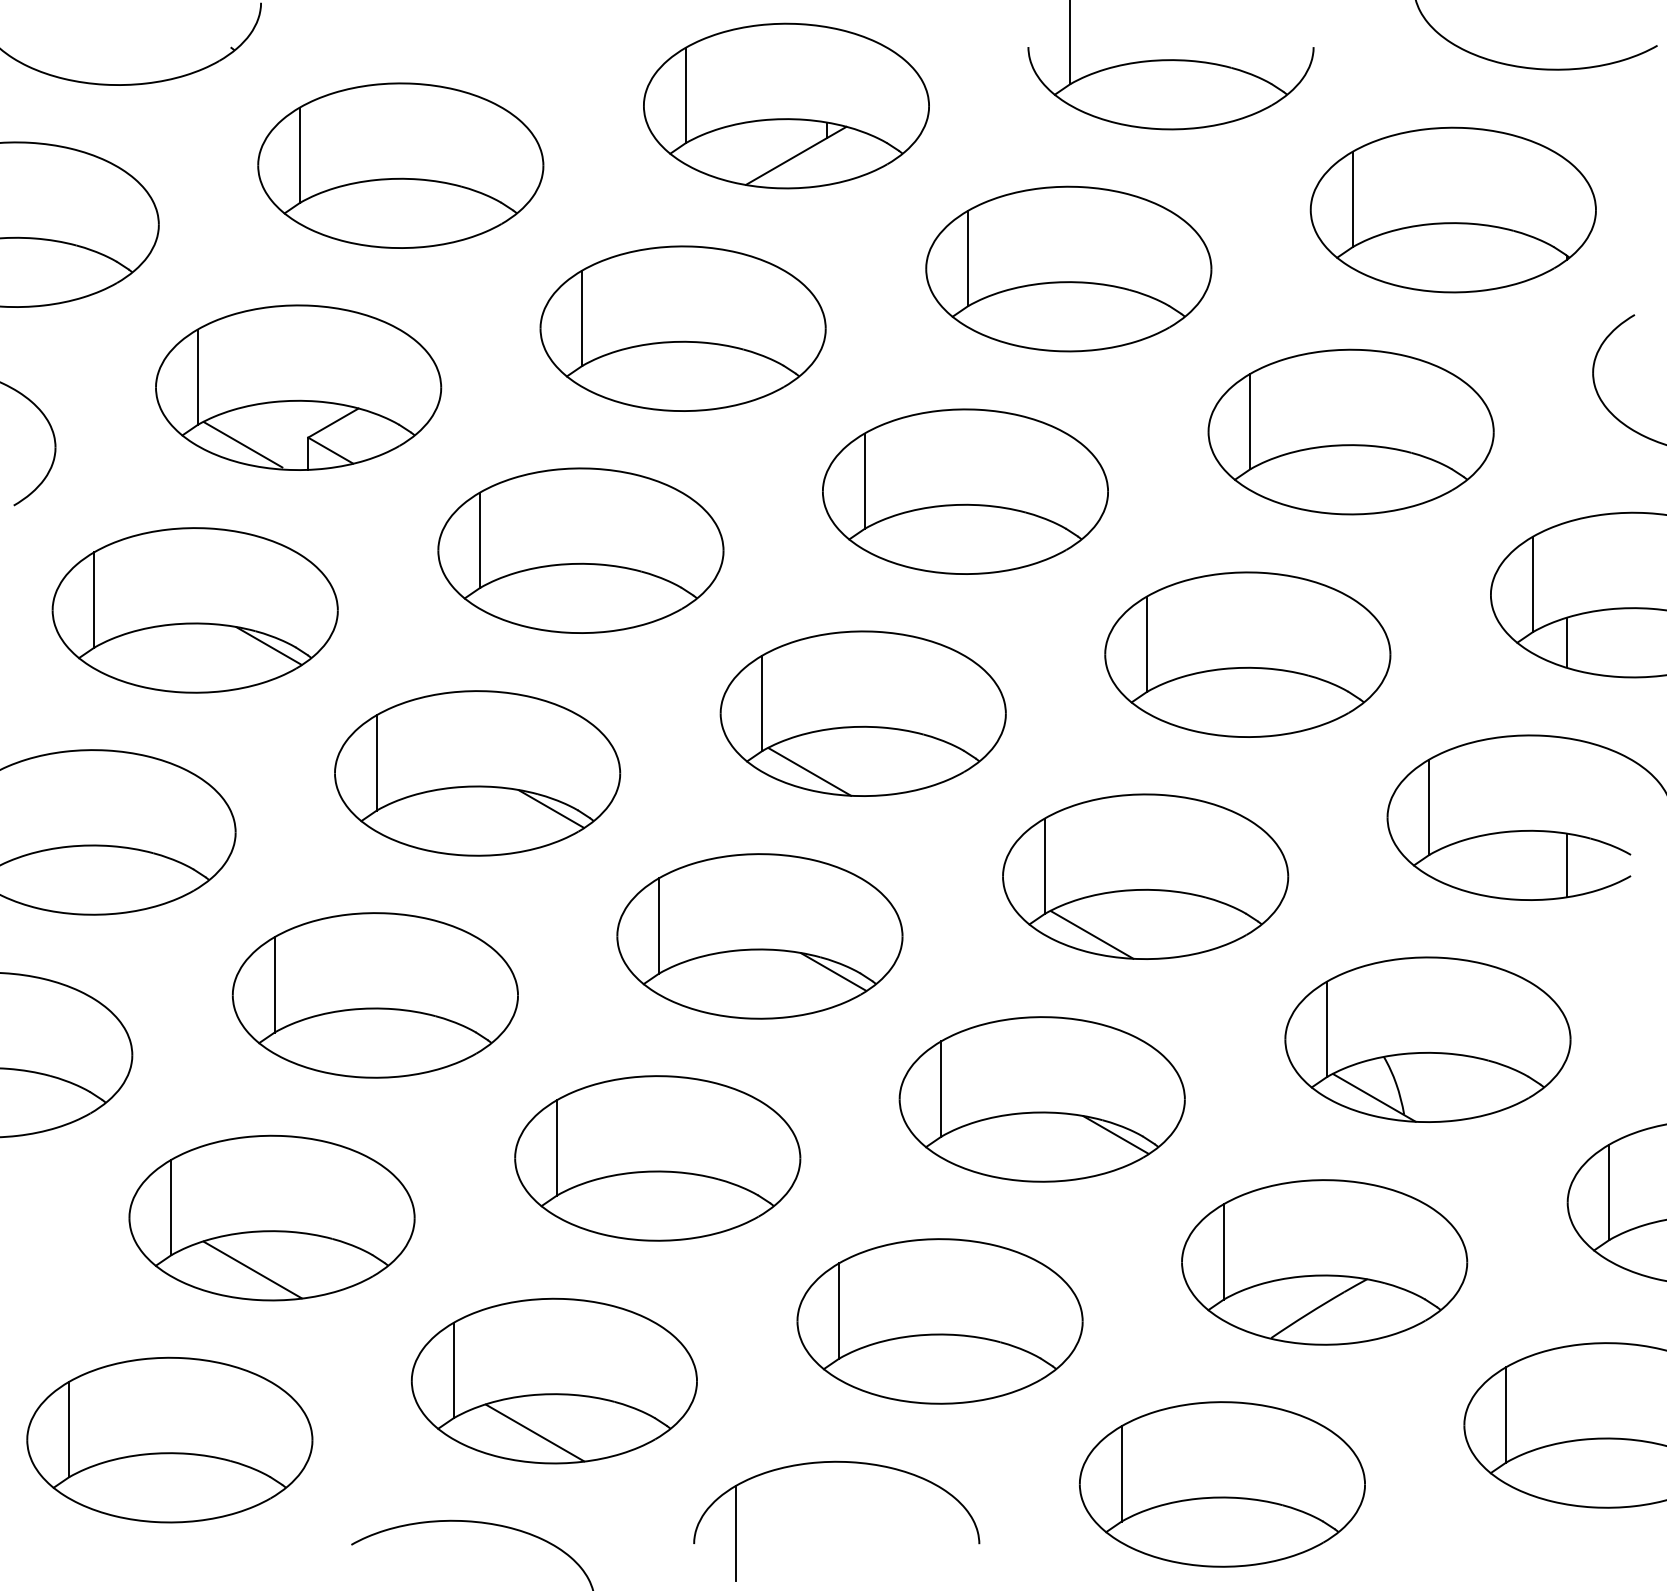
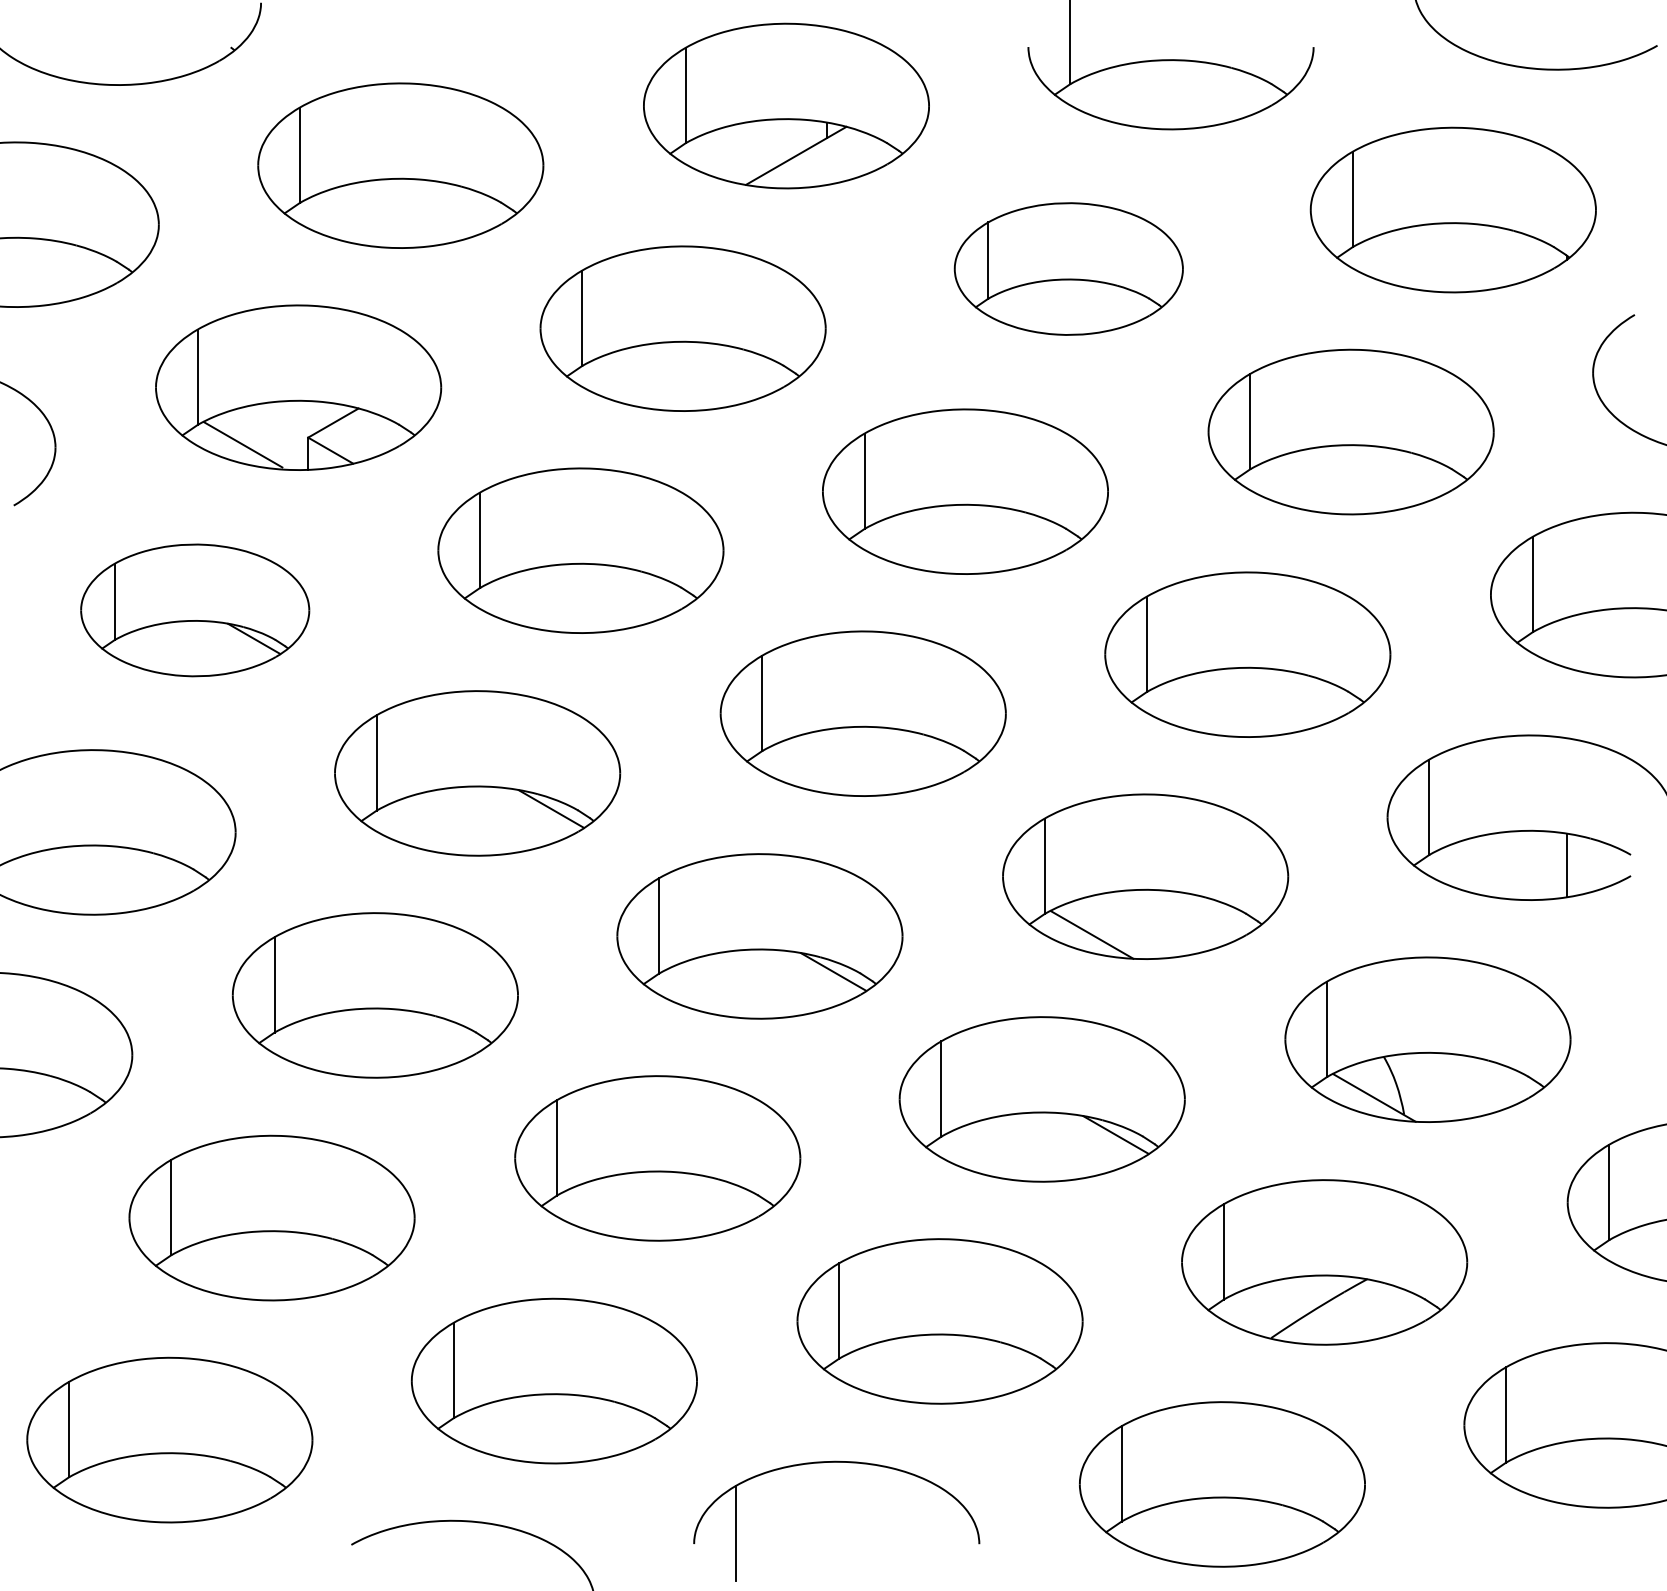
part at (1068, 268) size: 288x168 px -> 231x134 px
part at (194, 610) size: 288x167 px -> 231x135 px
line at (1566, 642): present -> none
line at (809, 771): present -> none
line at (252, 1269): present -> none
line at (534, 1432): present -> none
